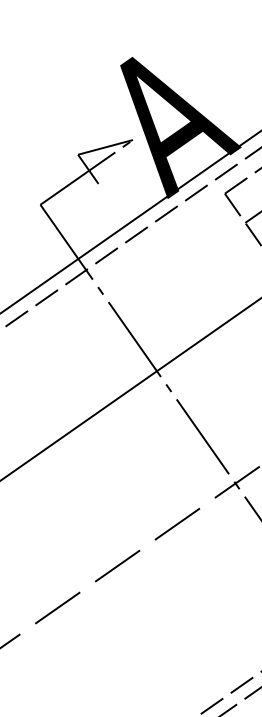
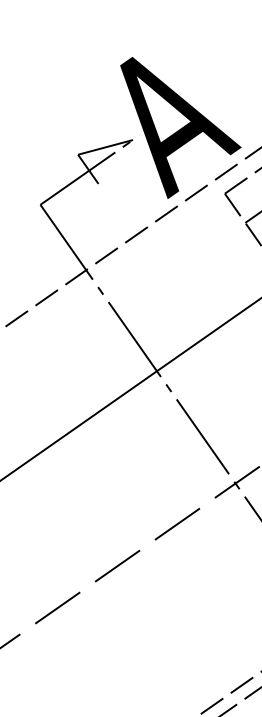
line at (130, 222): present -> none
